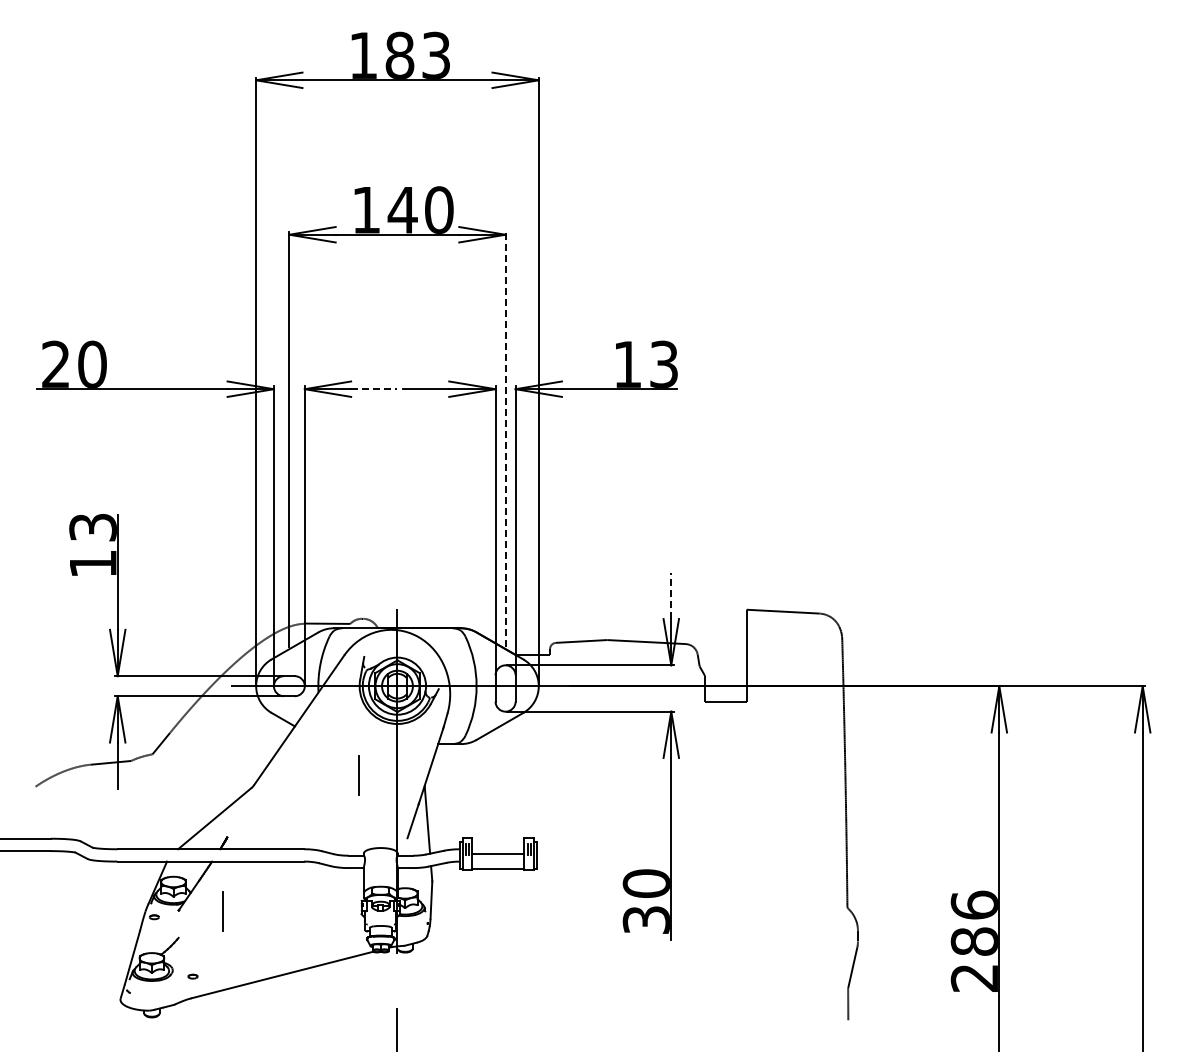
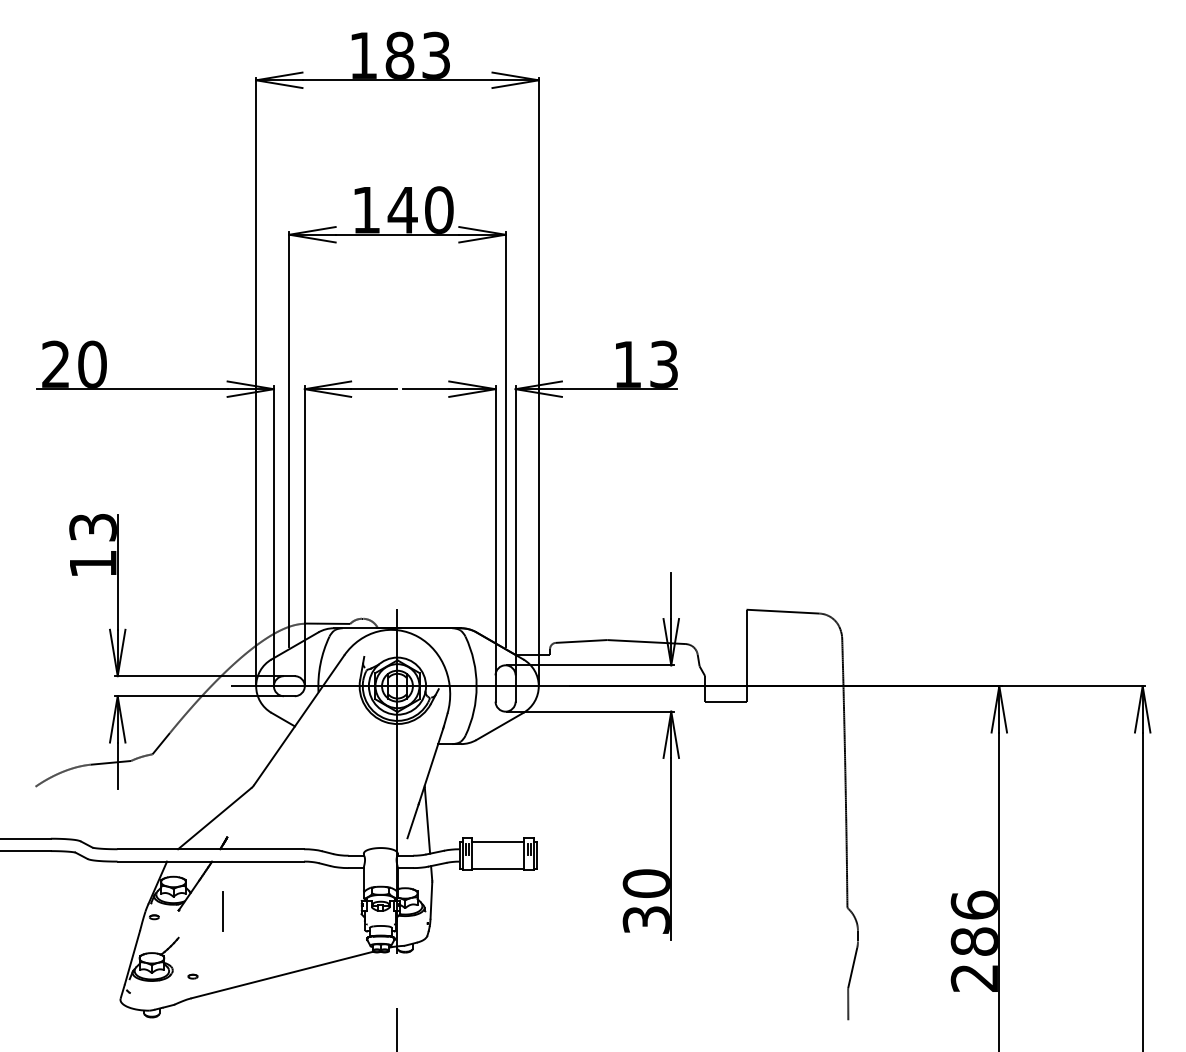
line at (374, 389): dashed -> solid
line at (505, 438): dashed -> solid
line at (671, 595): dashed -> solid
line at (358, 775): present -> none
line at (497, 853) position: (497, 853) -> (497, 841)
